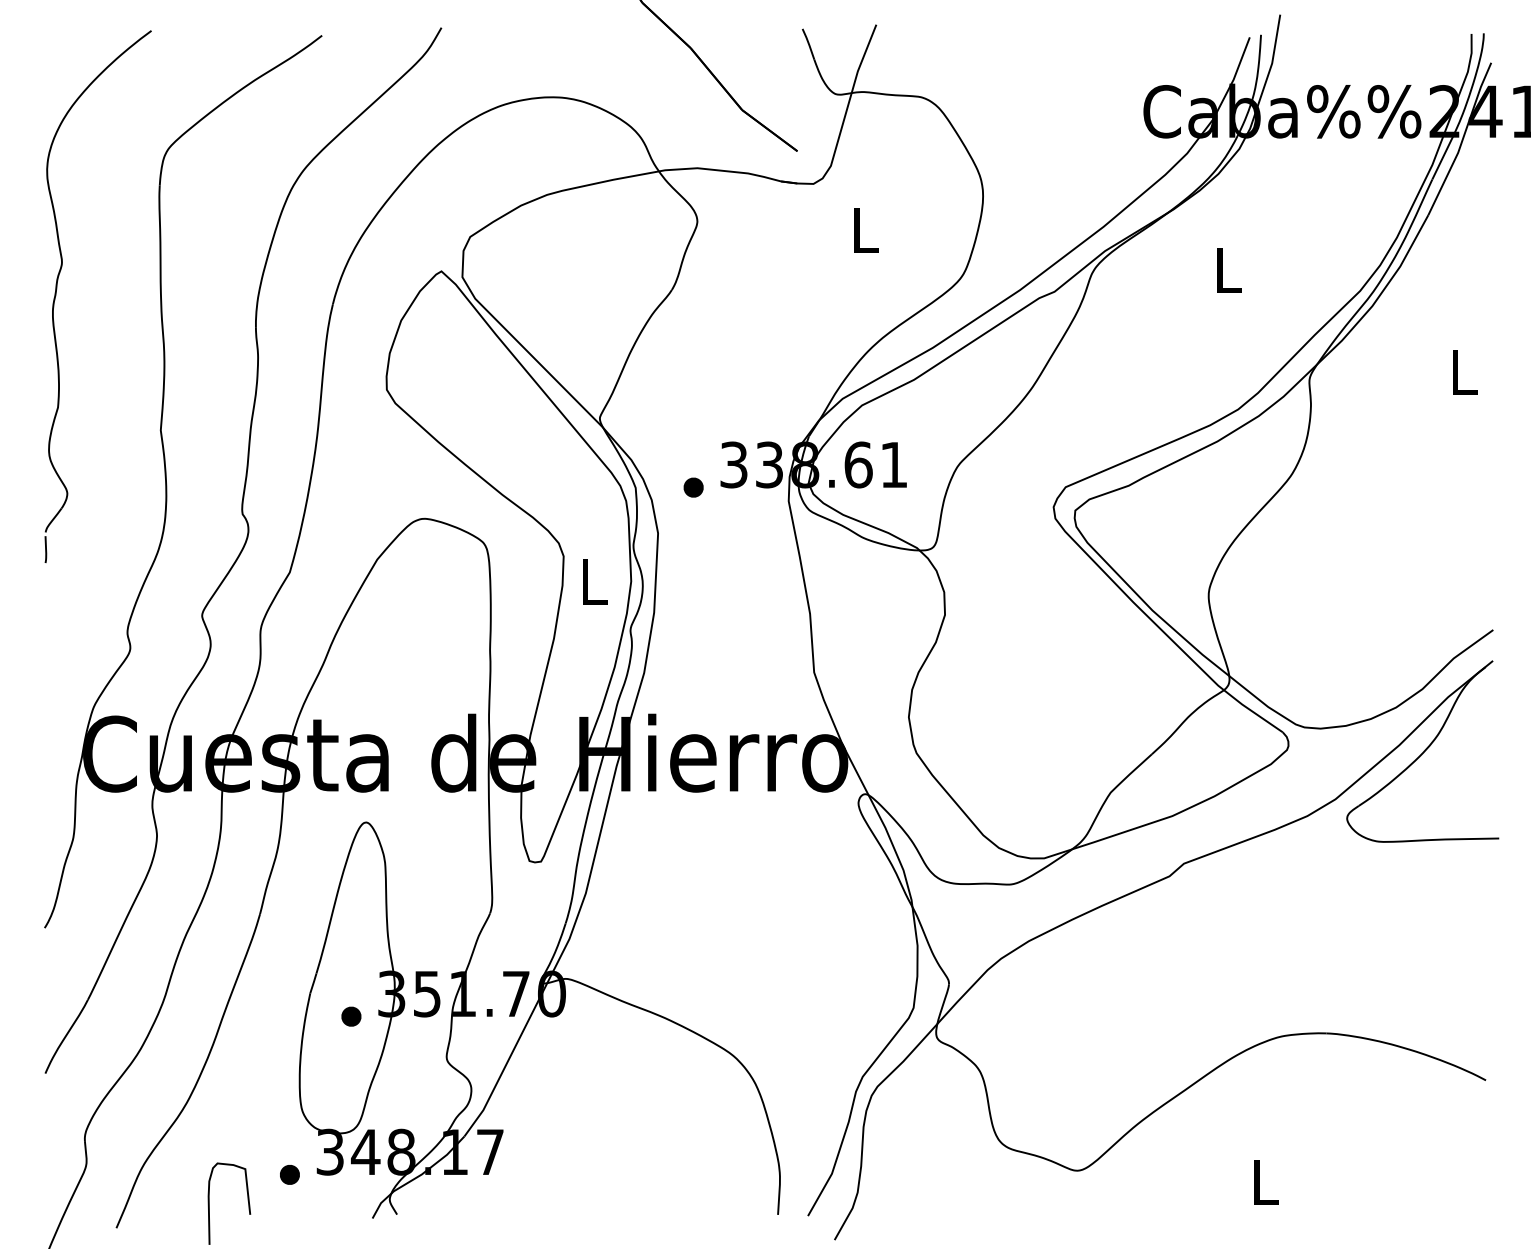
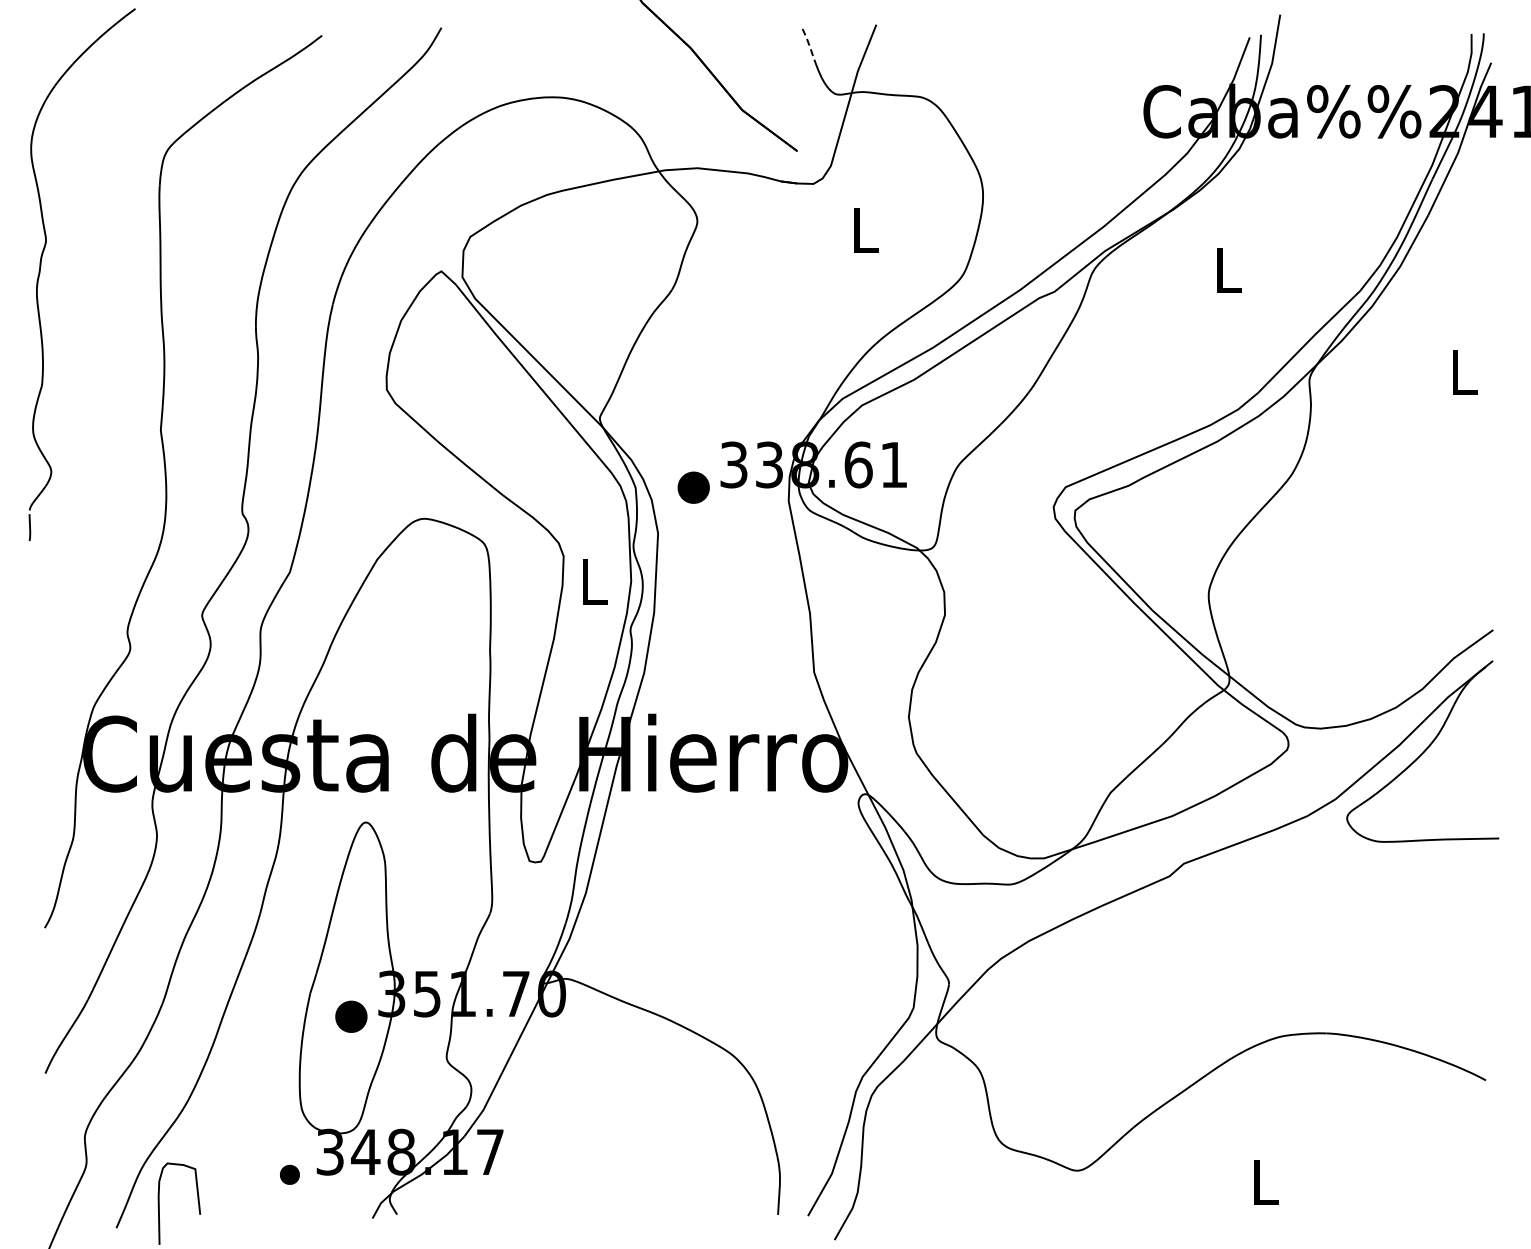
line at (808, 44): solid -> dashed
part at (57, 289) position: (57, 289) -> (41, 267)
part at (693, 487) size: 21x21 px -> 33x33 px
part at (351, 1016) size: 21x21 px -> 33x33 px
curve at (247, 1200) position: (247, 1200) -> (197, 1200)
